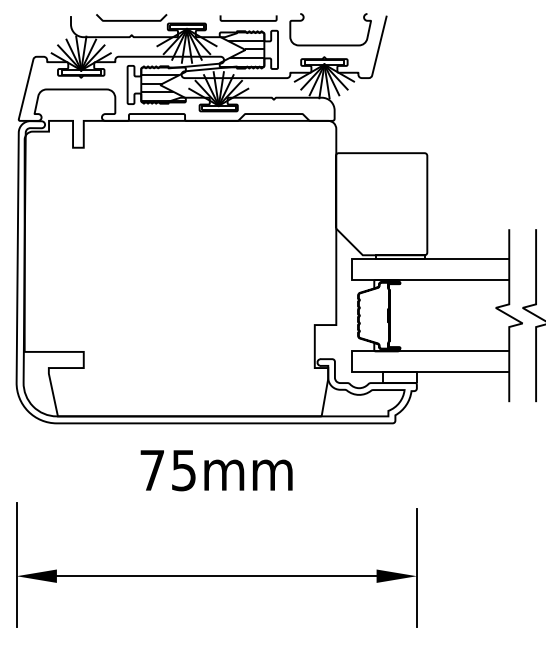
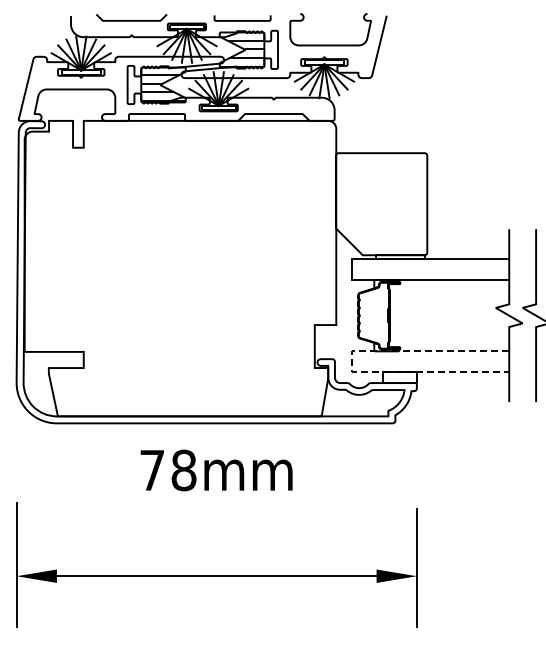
curve at (248, 20) position: (248, 20) -> (242, 20)
line at (352, 362): solid -> dashed
text at (183, 470): 75mm -> 78mm
